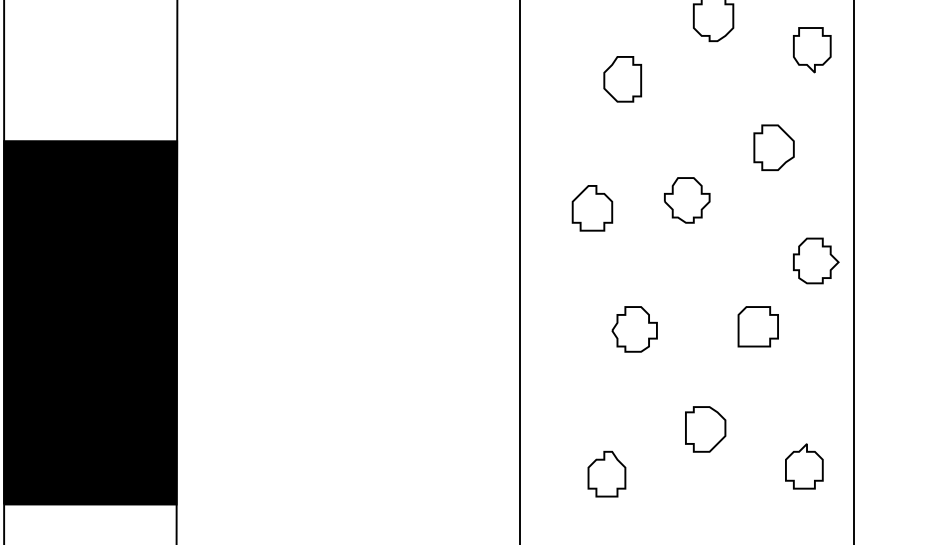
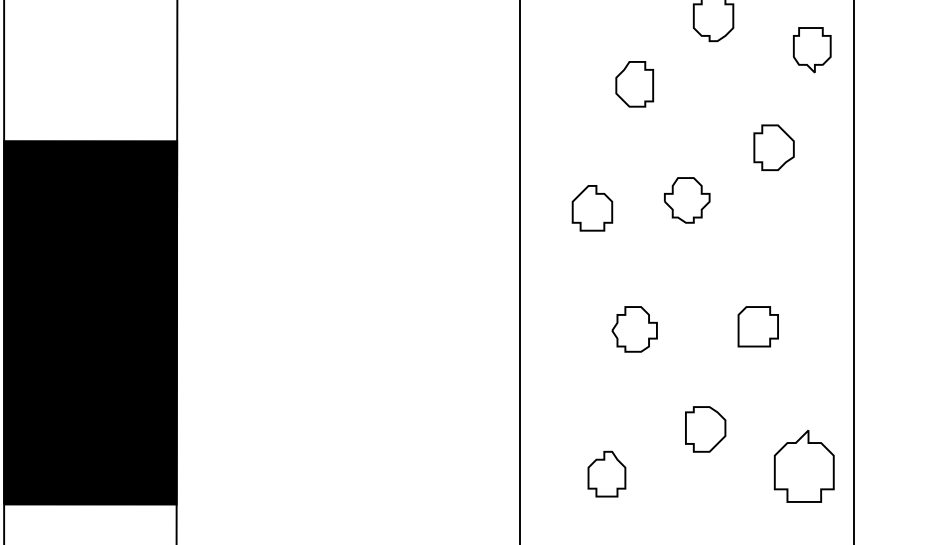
part at (622, 79) position: (622, 79) -> (634, 84)
part at (816, 260): present -> none
part at (804, 466) size: 39x47 px -> 62x73 px
